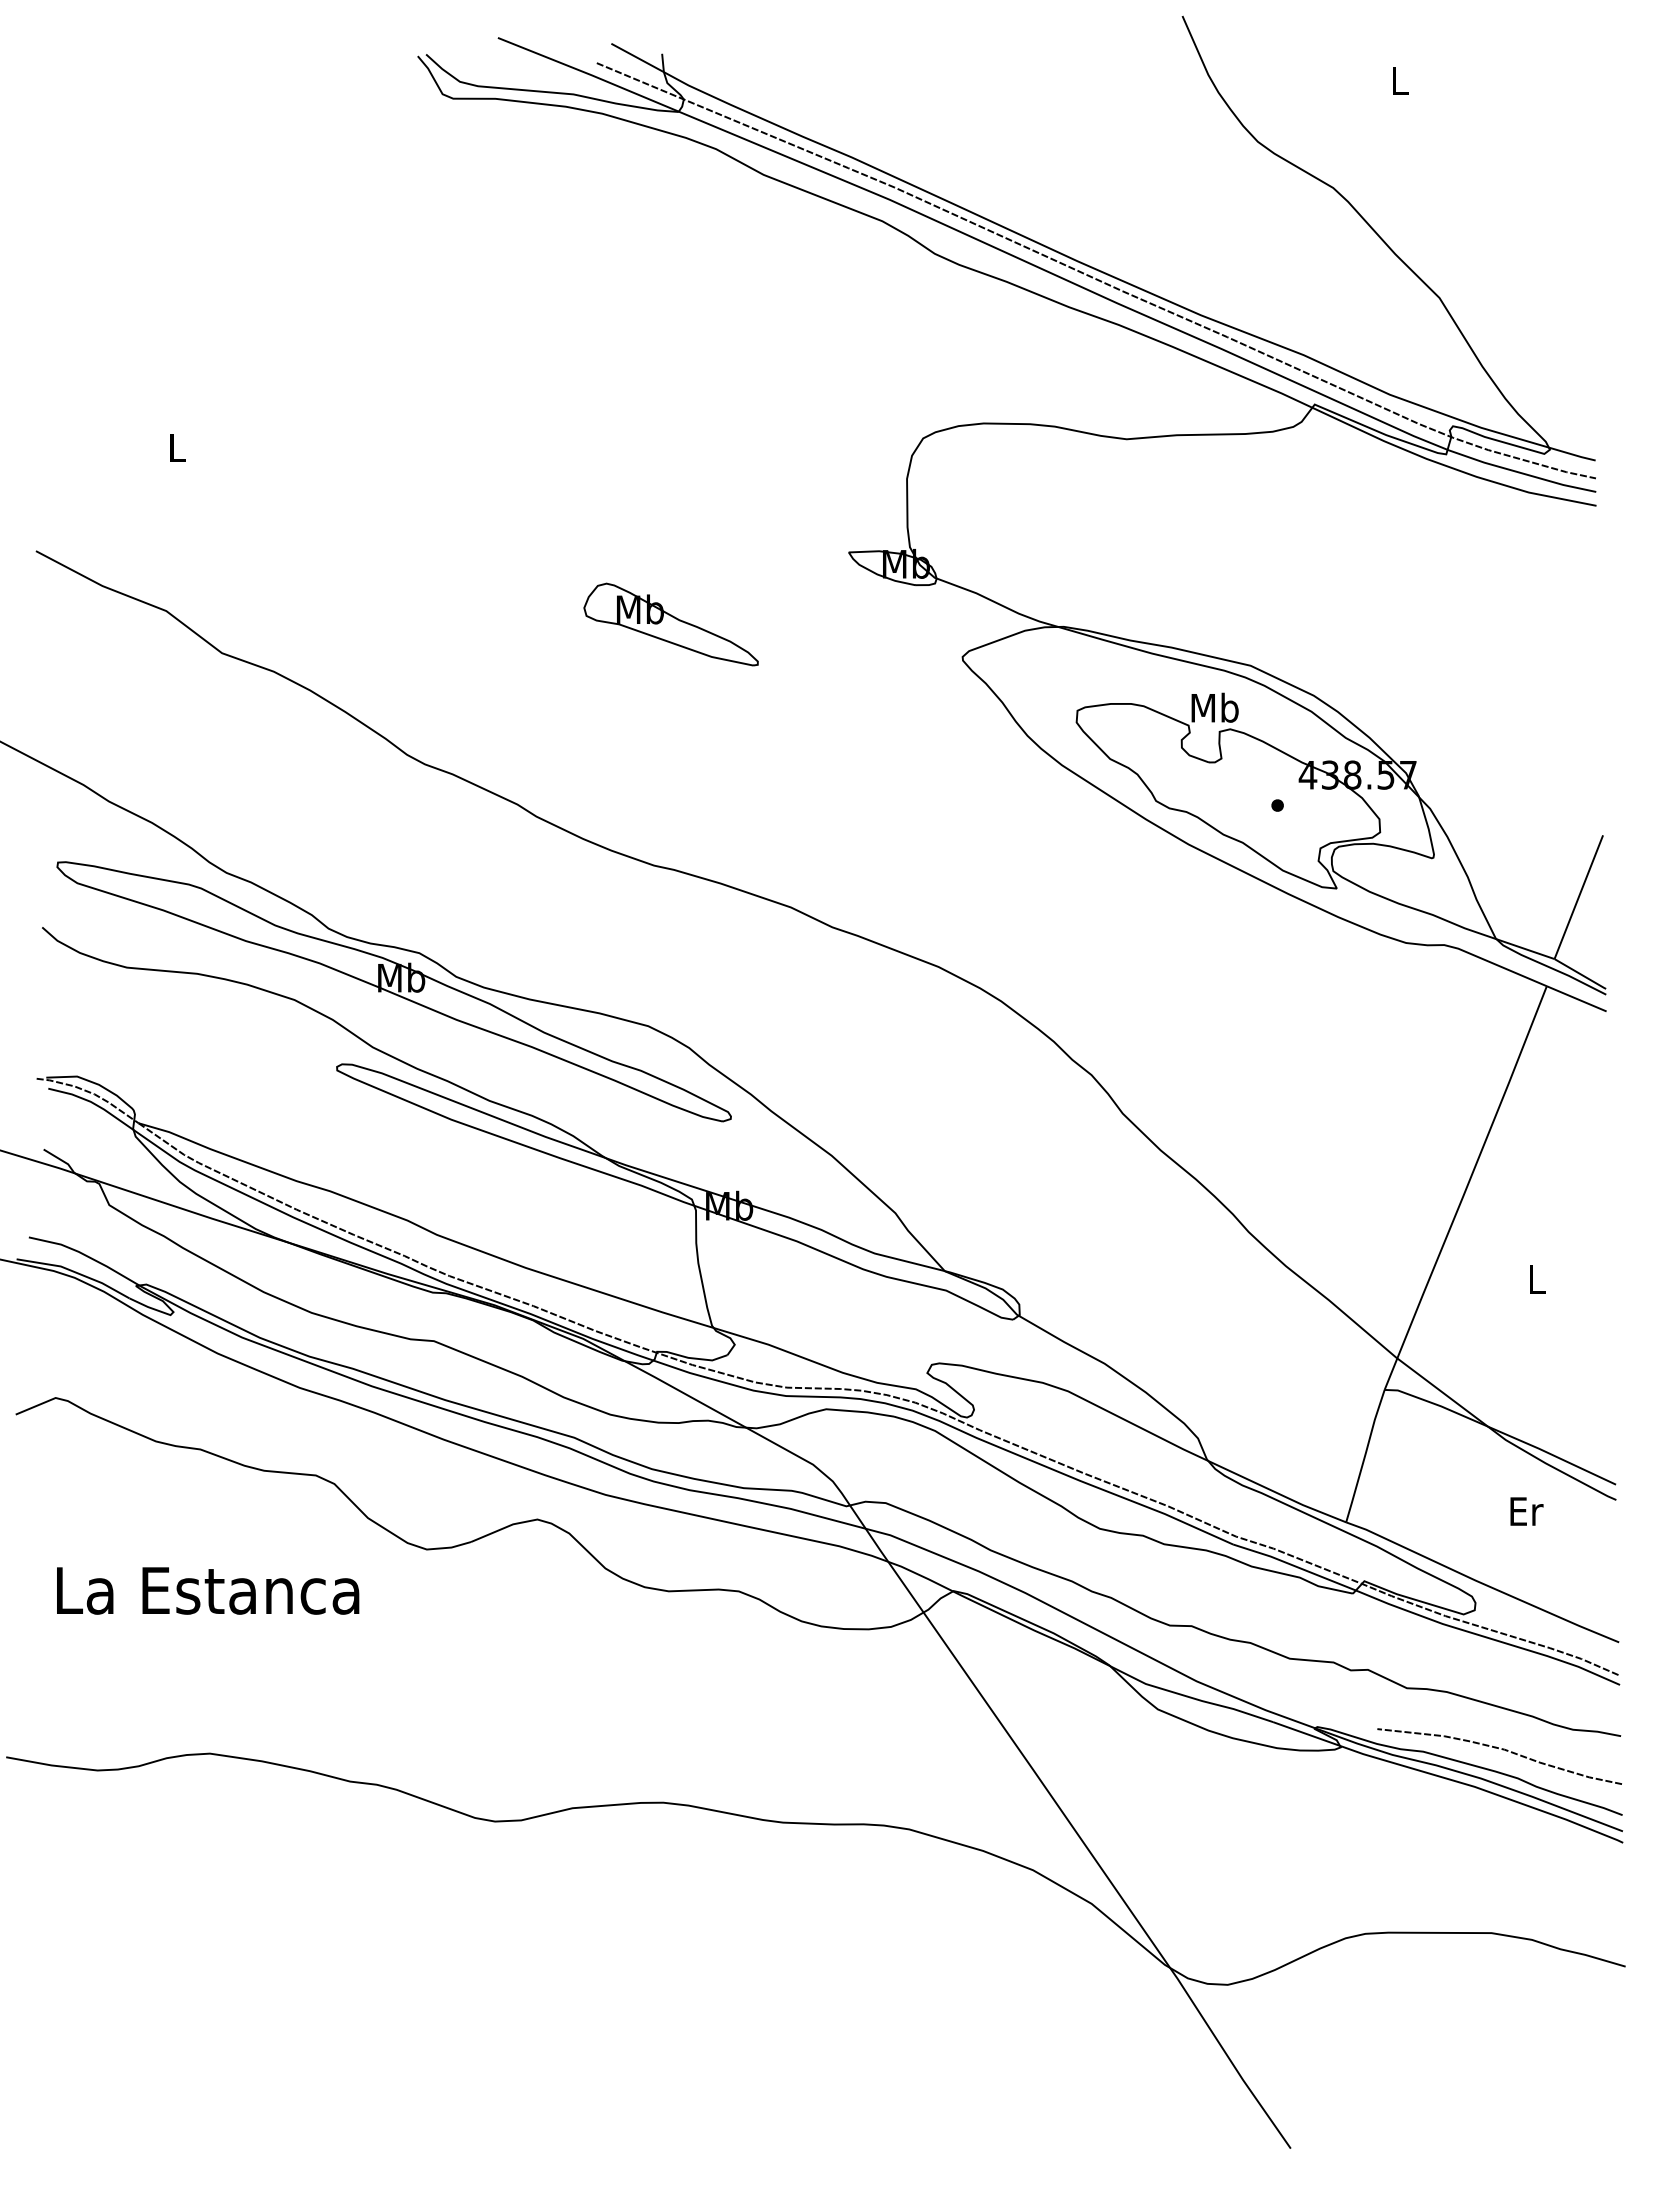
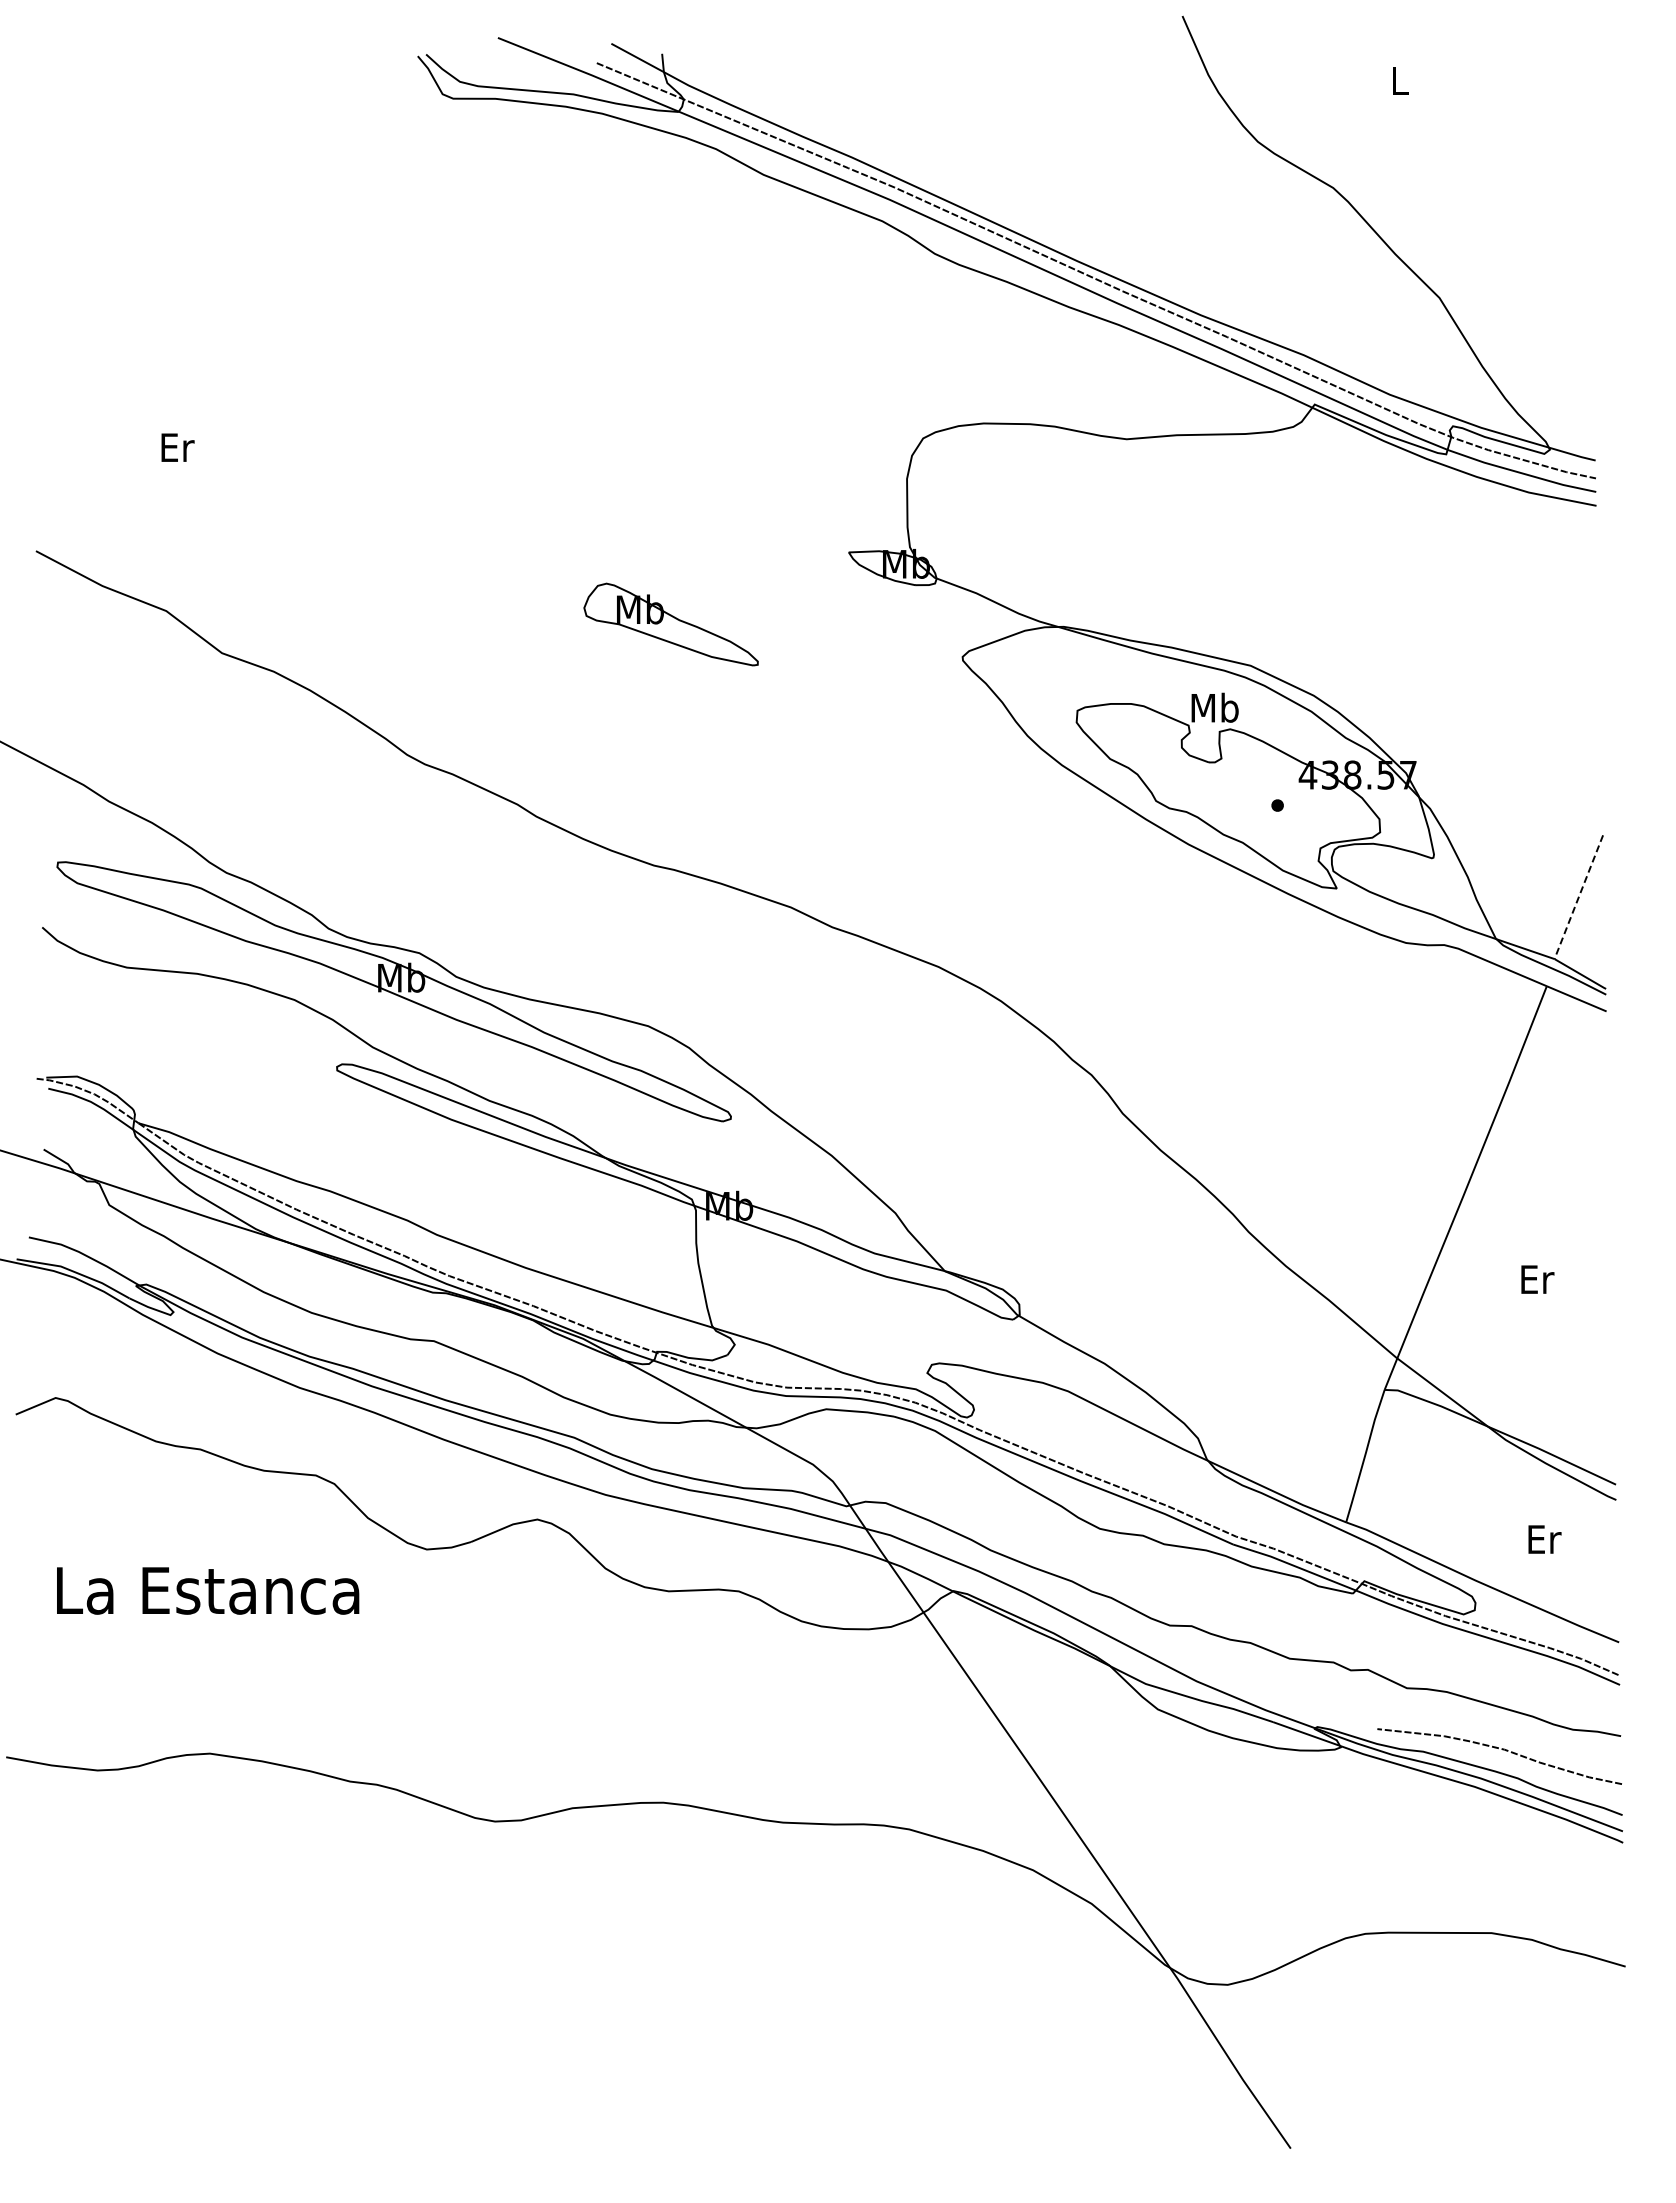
text at (177, 447): L -> Er
line at (1578, 897): solid -> dashed
text at (1537, 1279): L -> Er
text at (1526, 1511) position: (1526, 1511) -> (1544, 1539)
